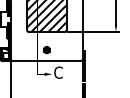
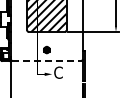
line at (46, 60): solid -> dashed
